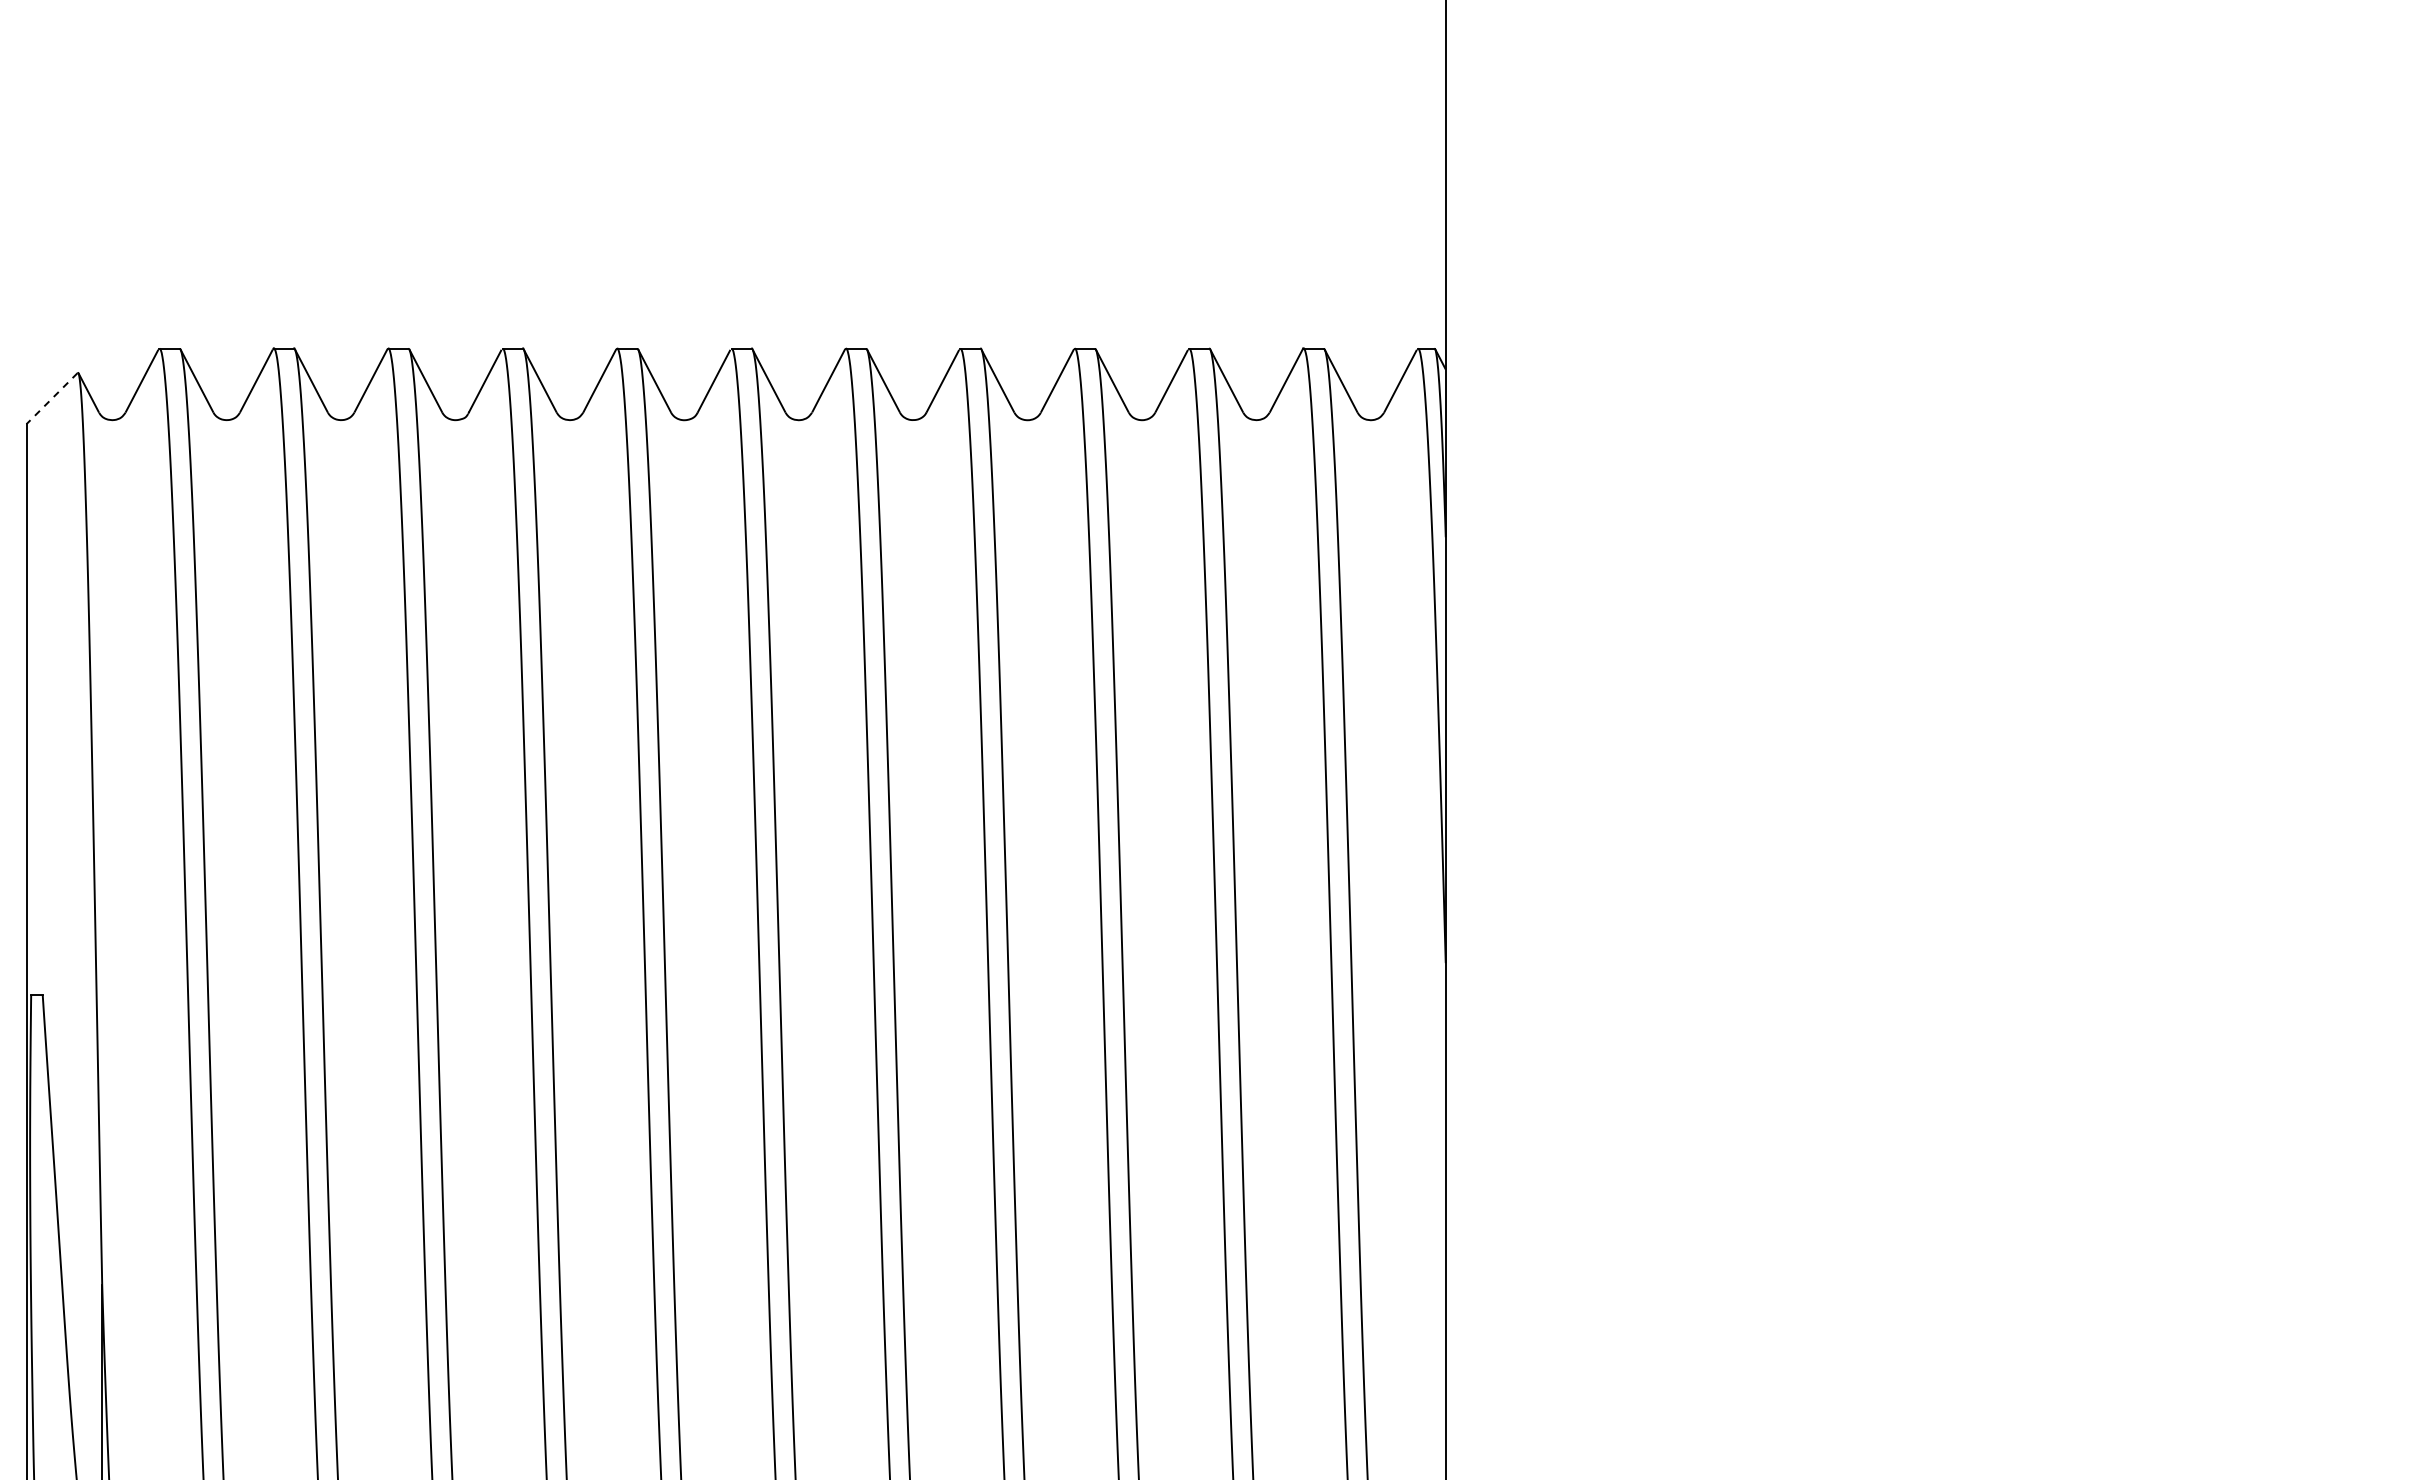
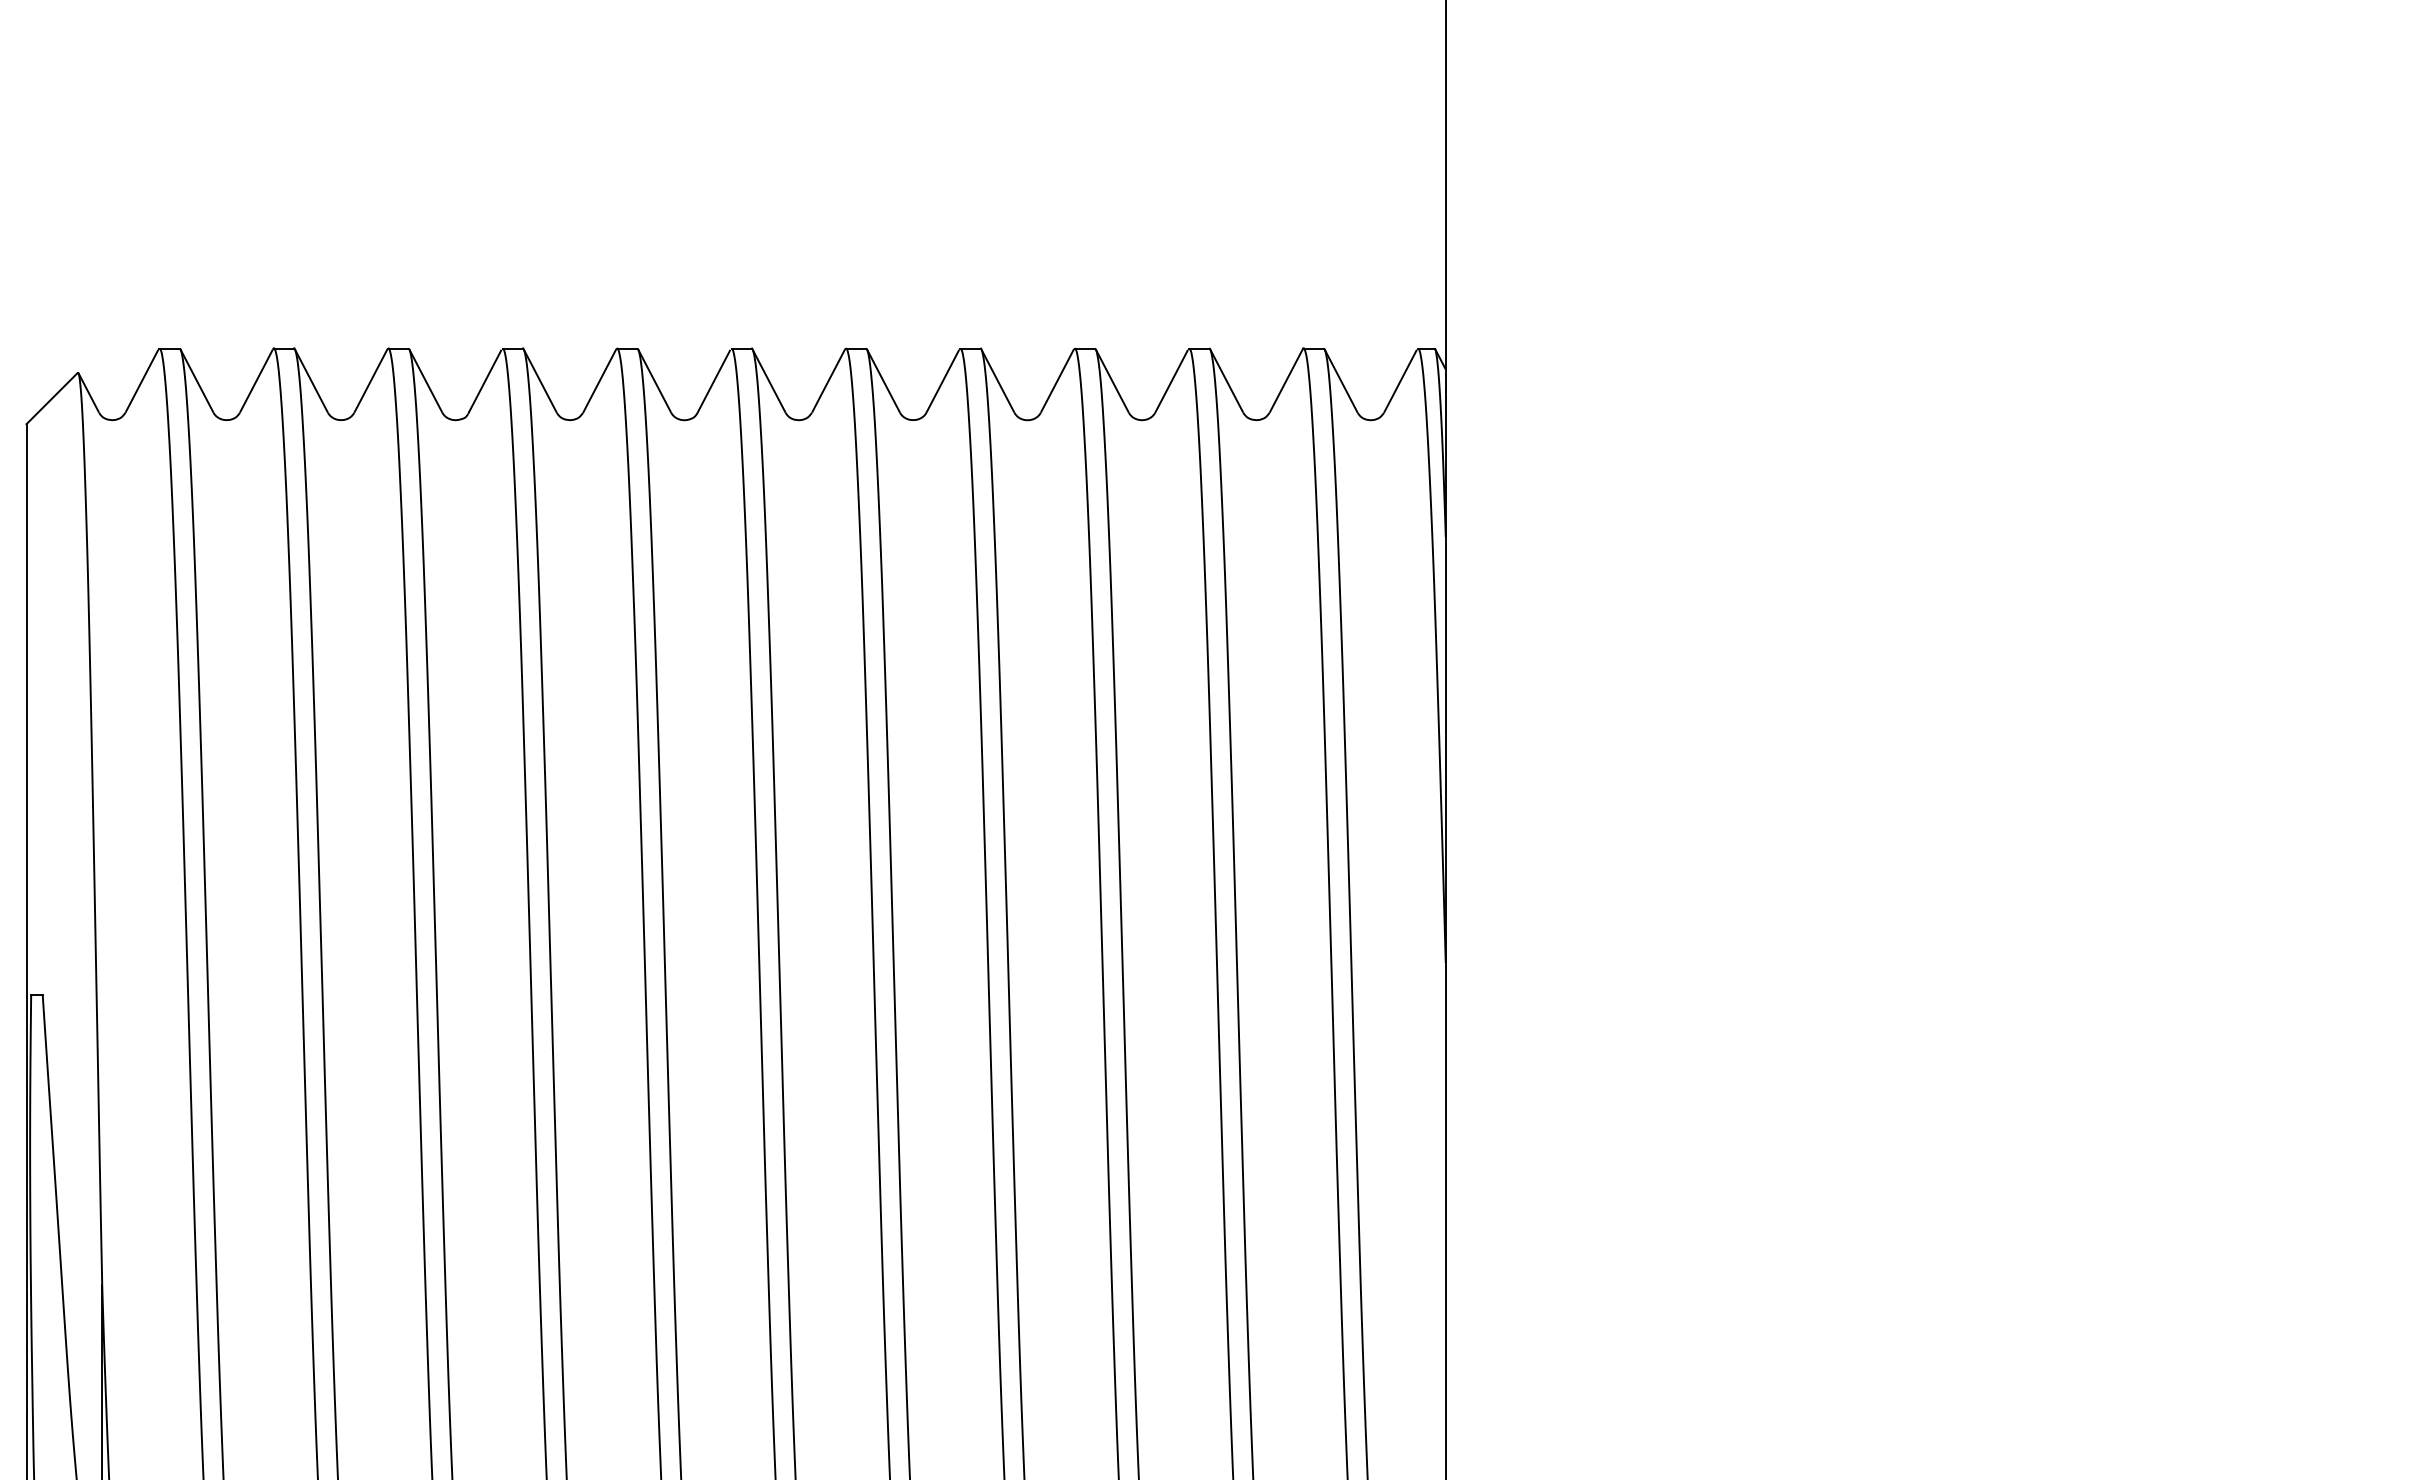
line at (51, 399): dashed -> solid
